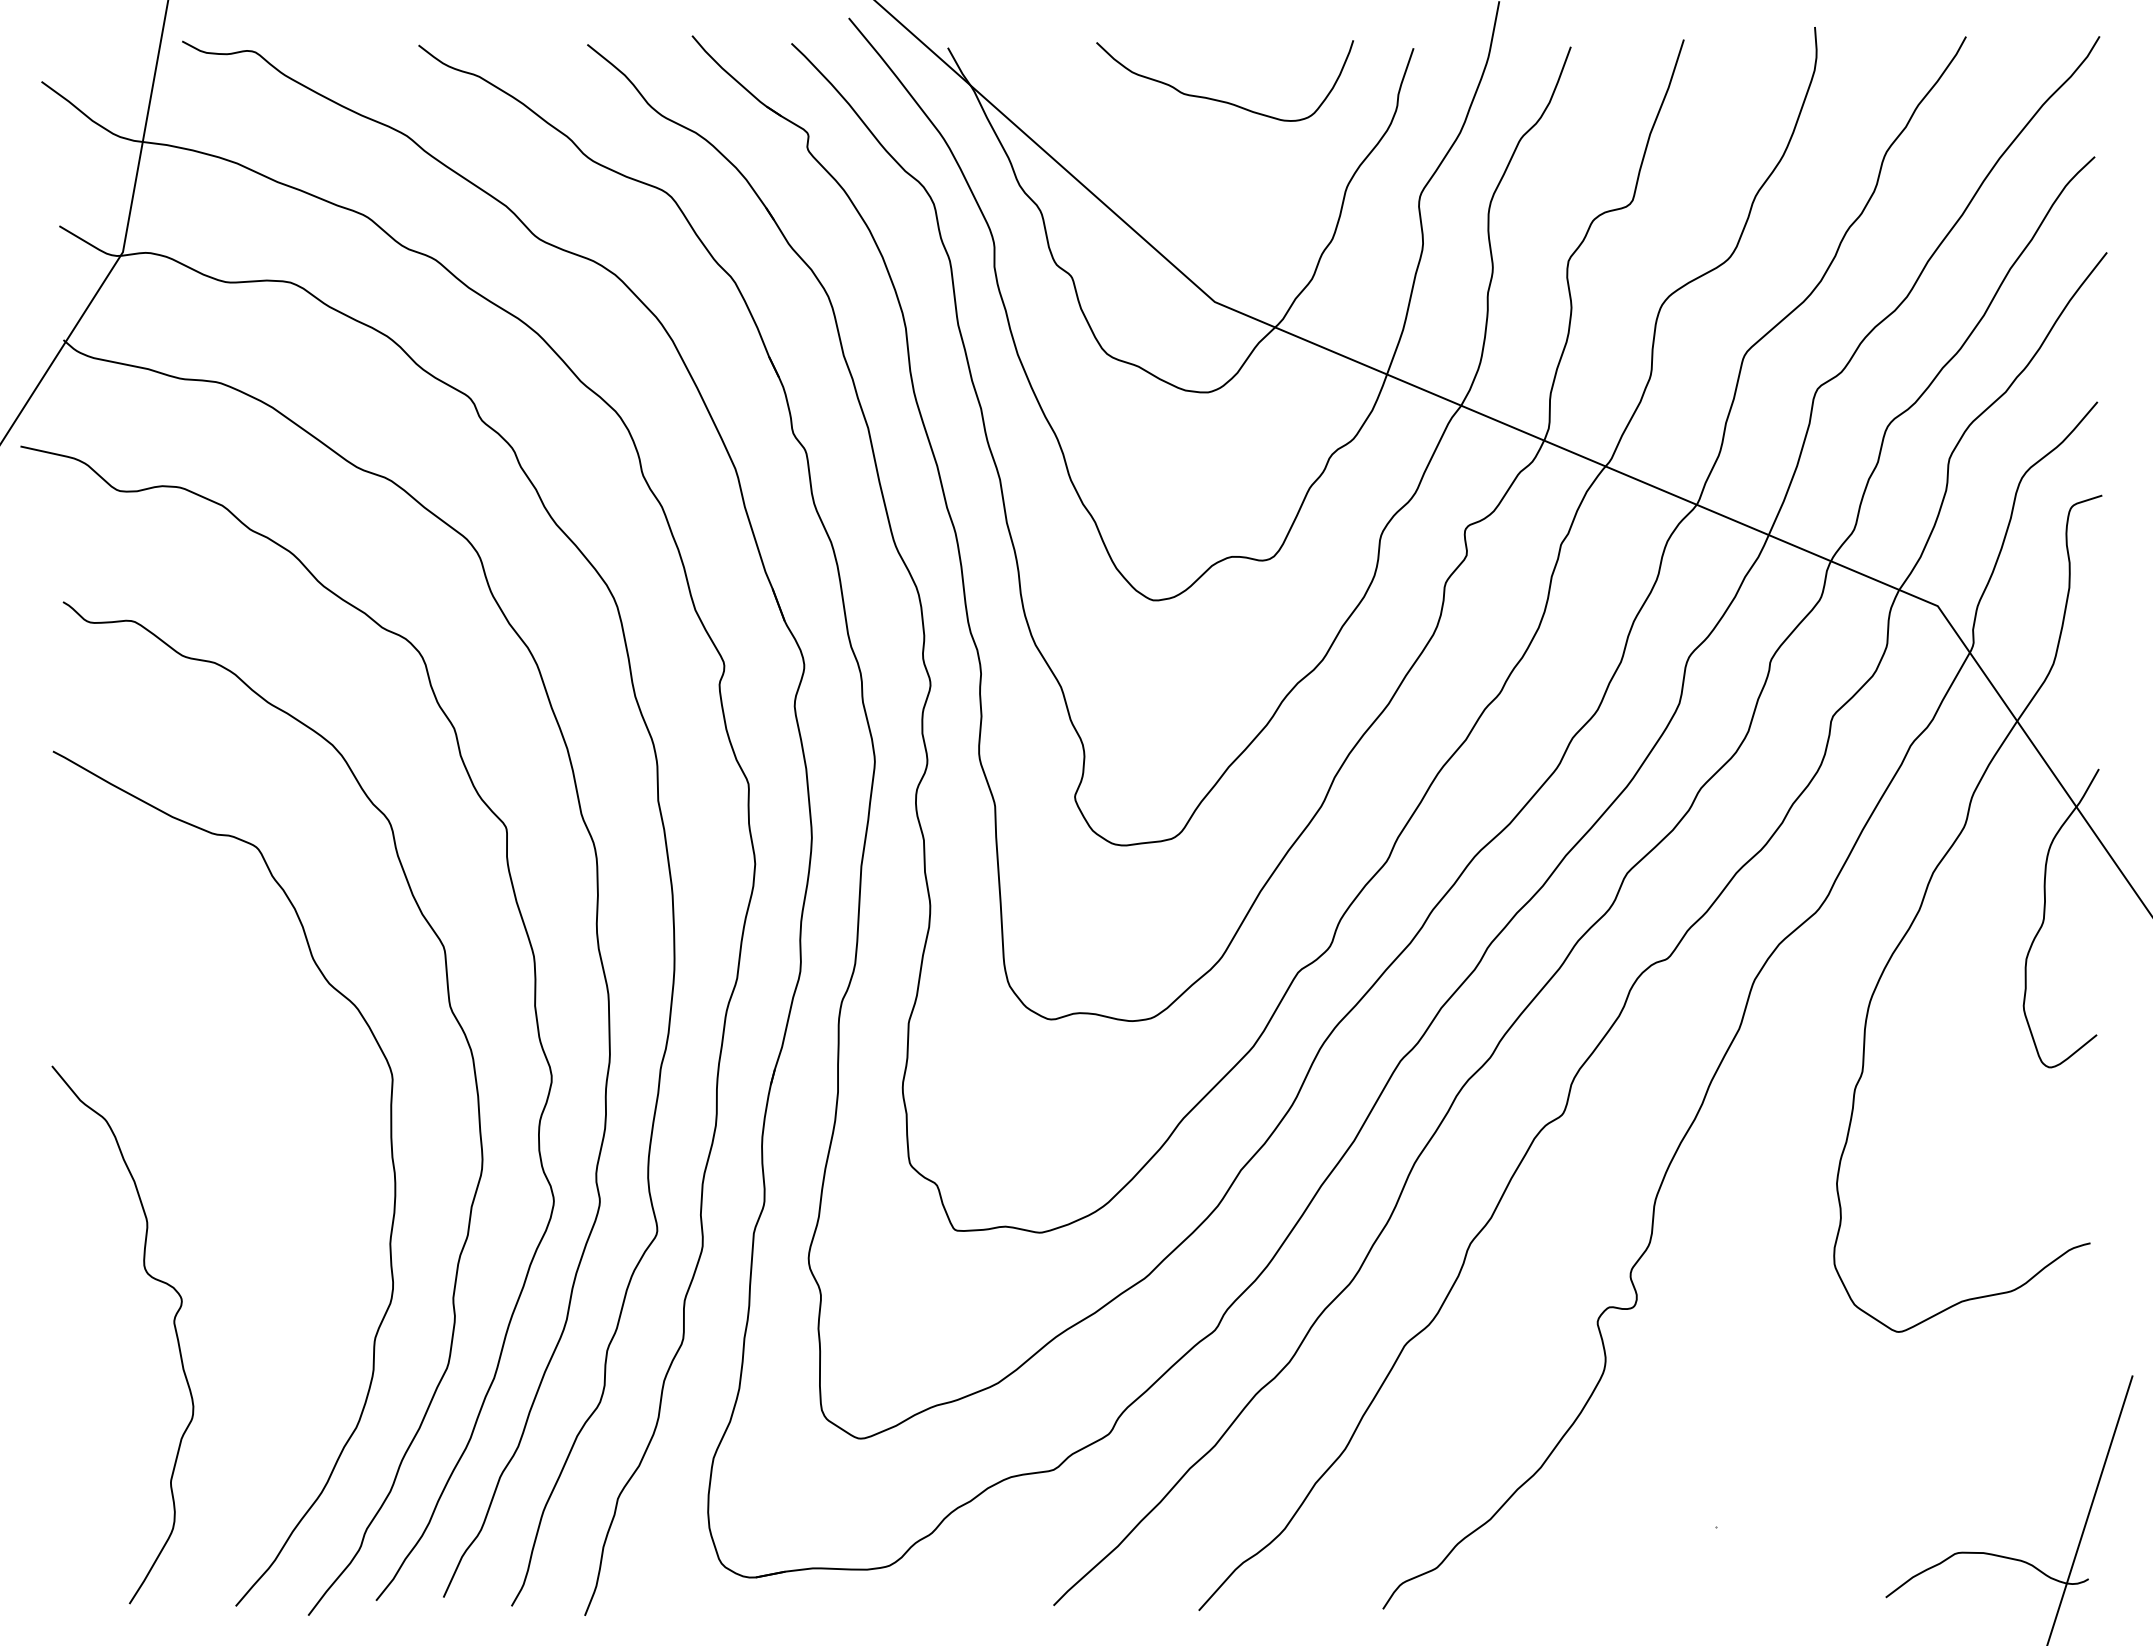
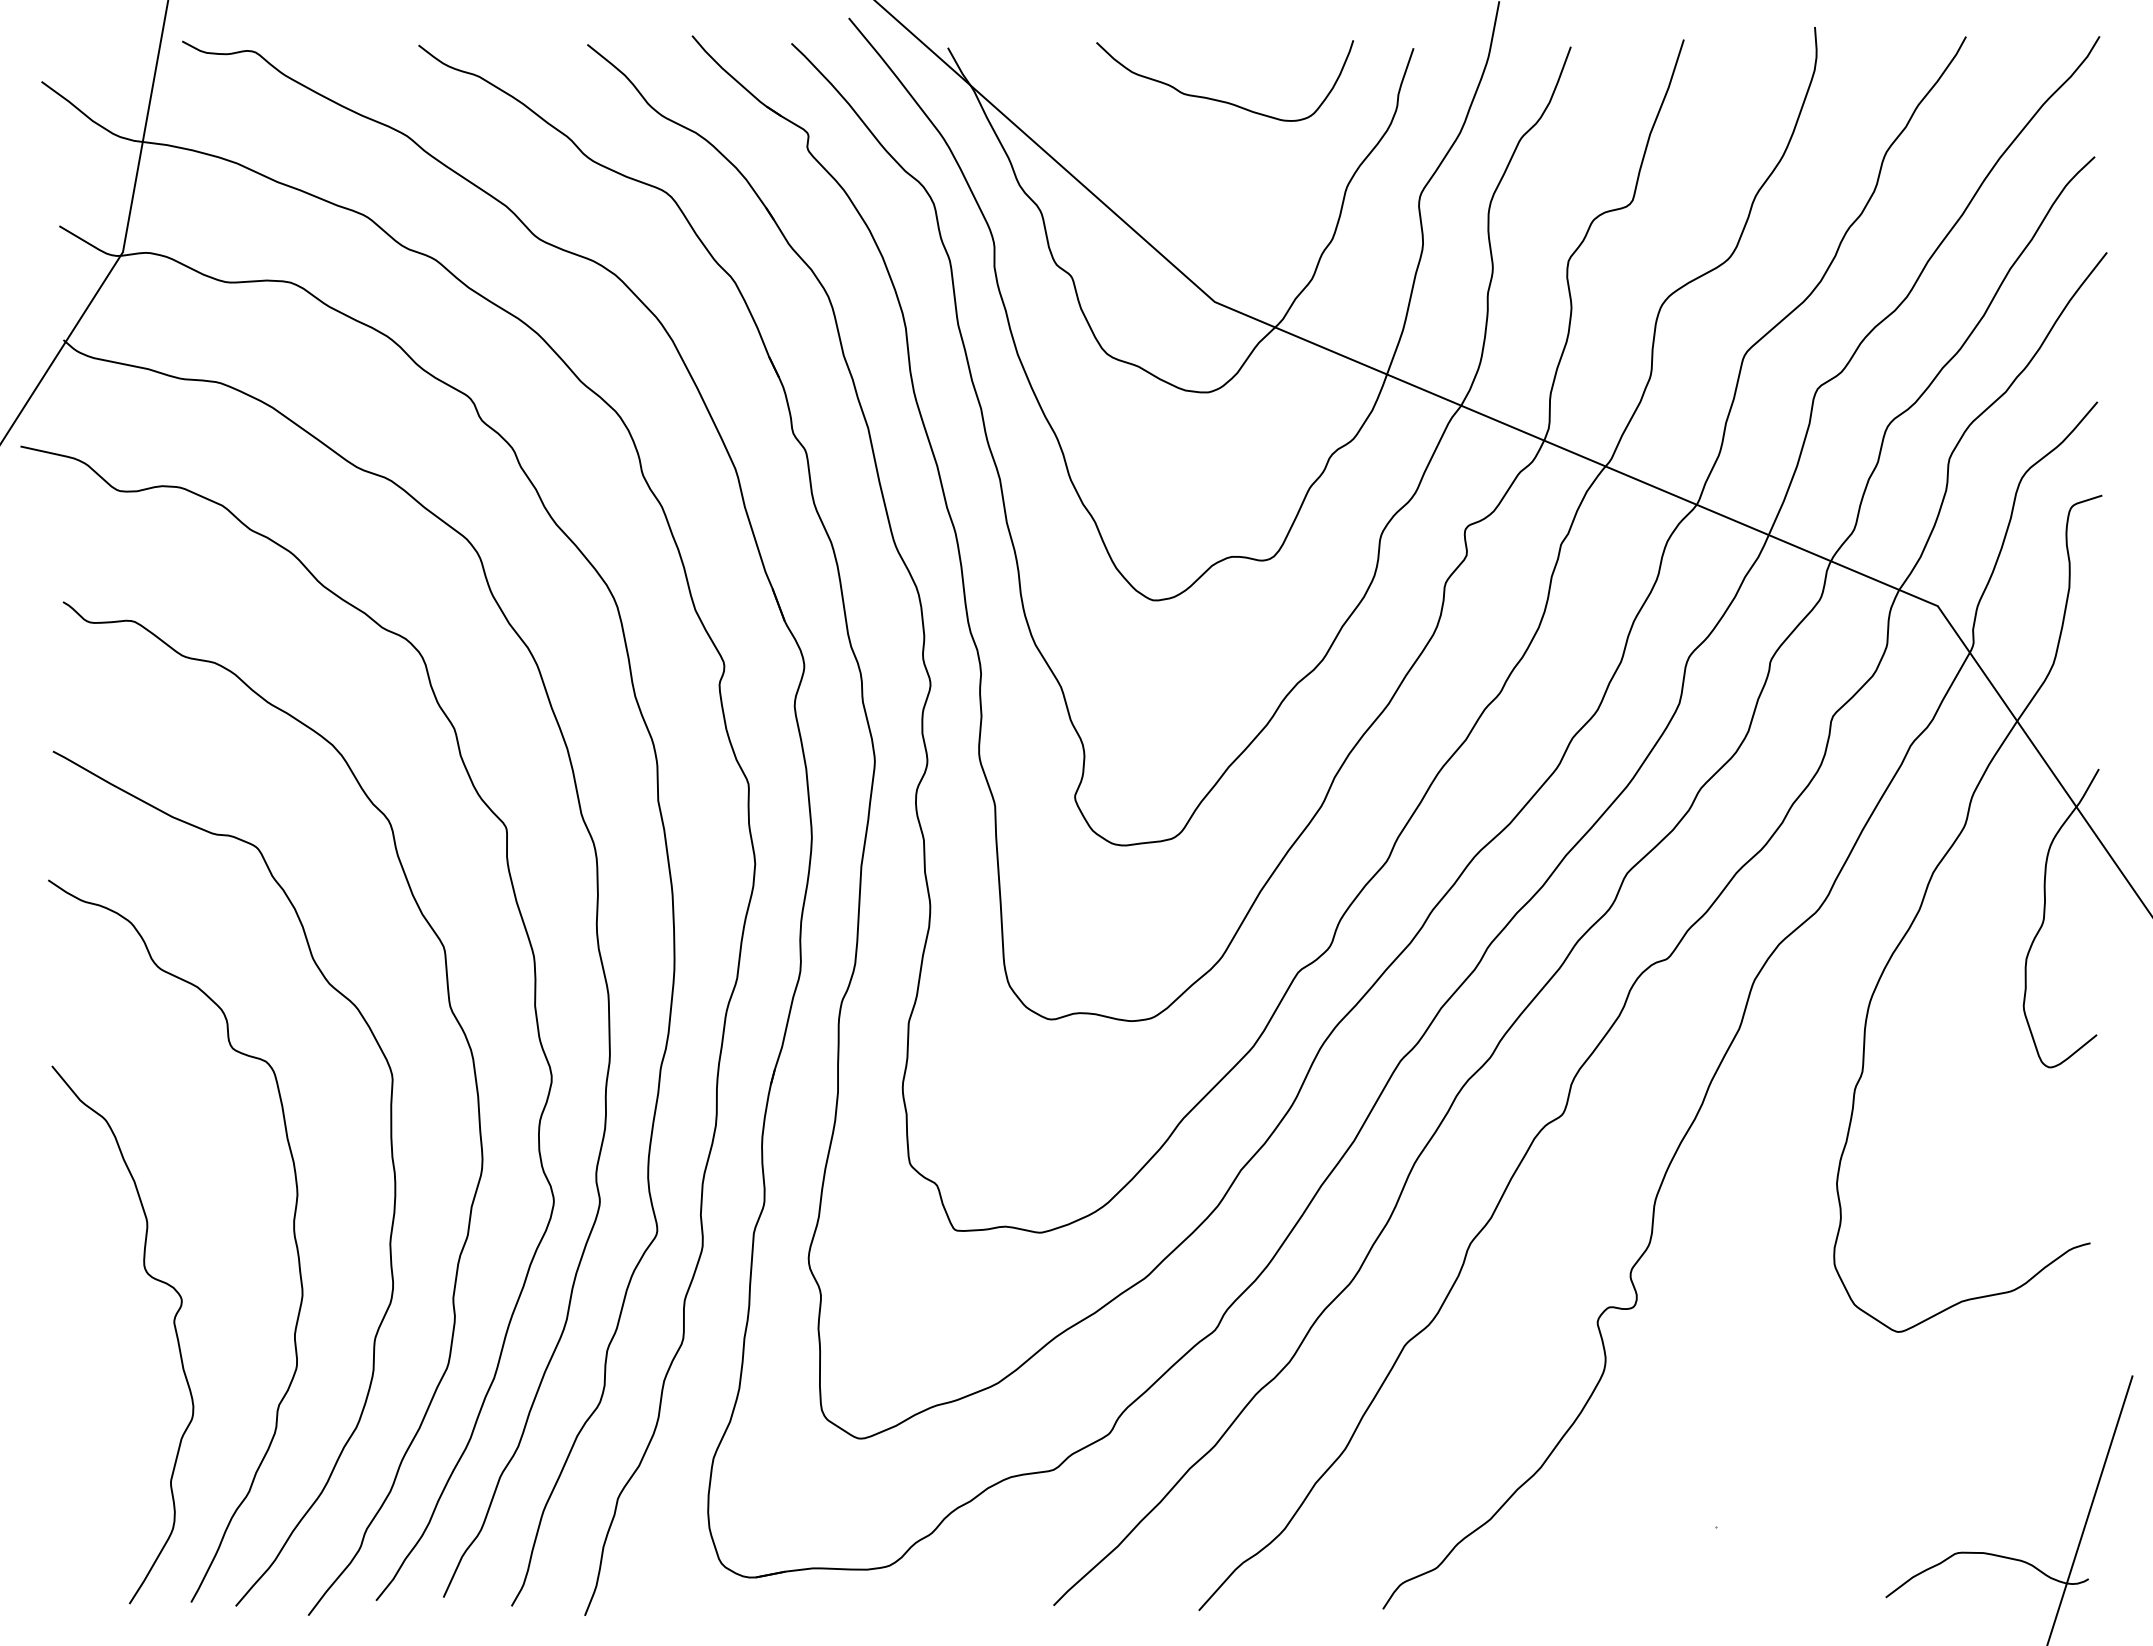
curve at (293, 1235): none -> present
